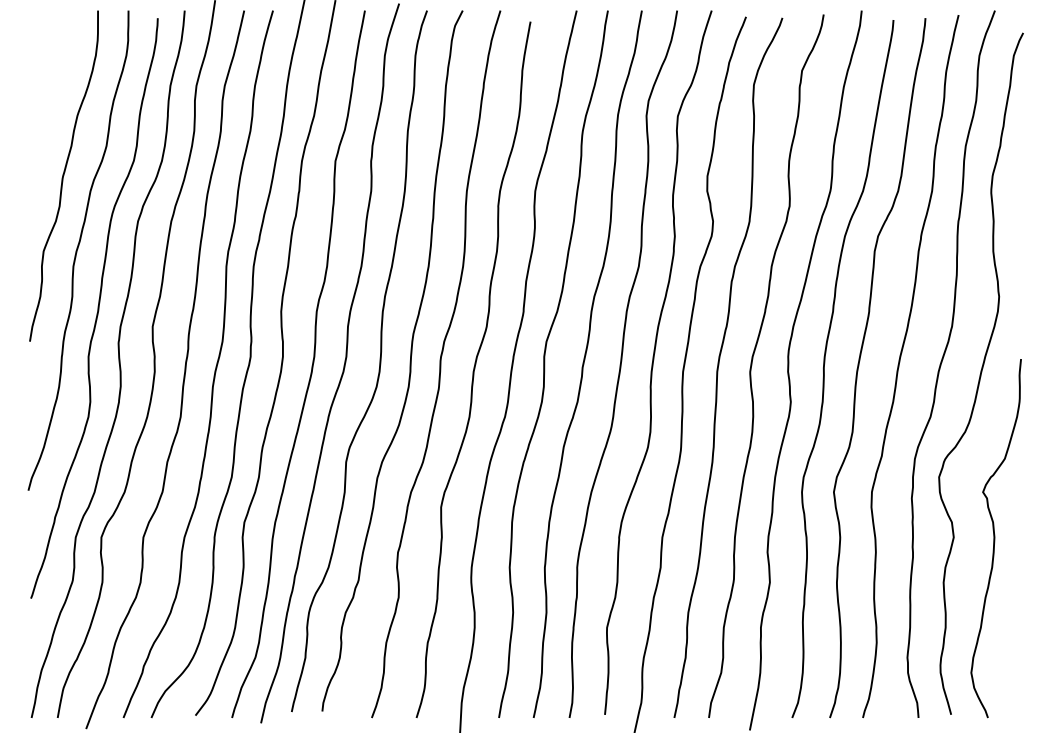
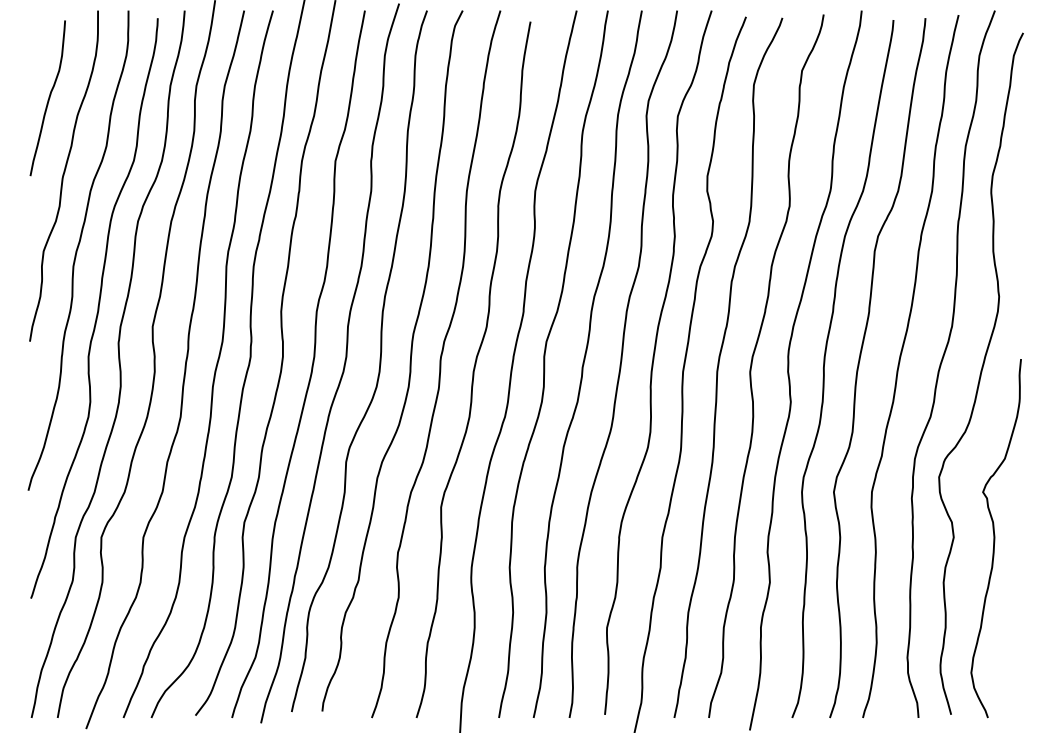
curve at (48, 98): none -> present
